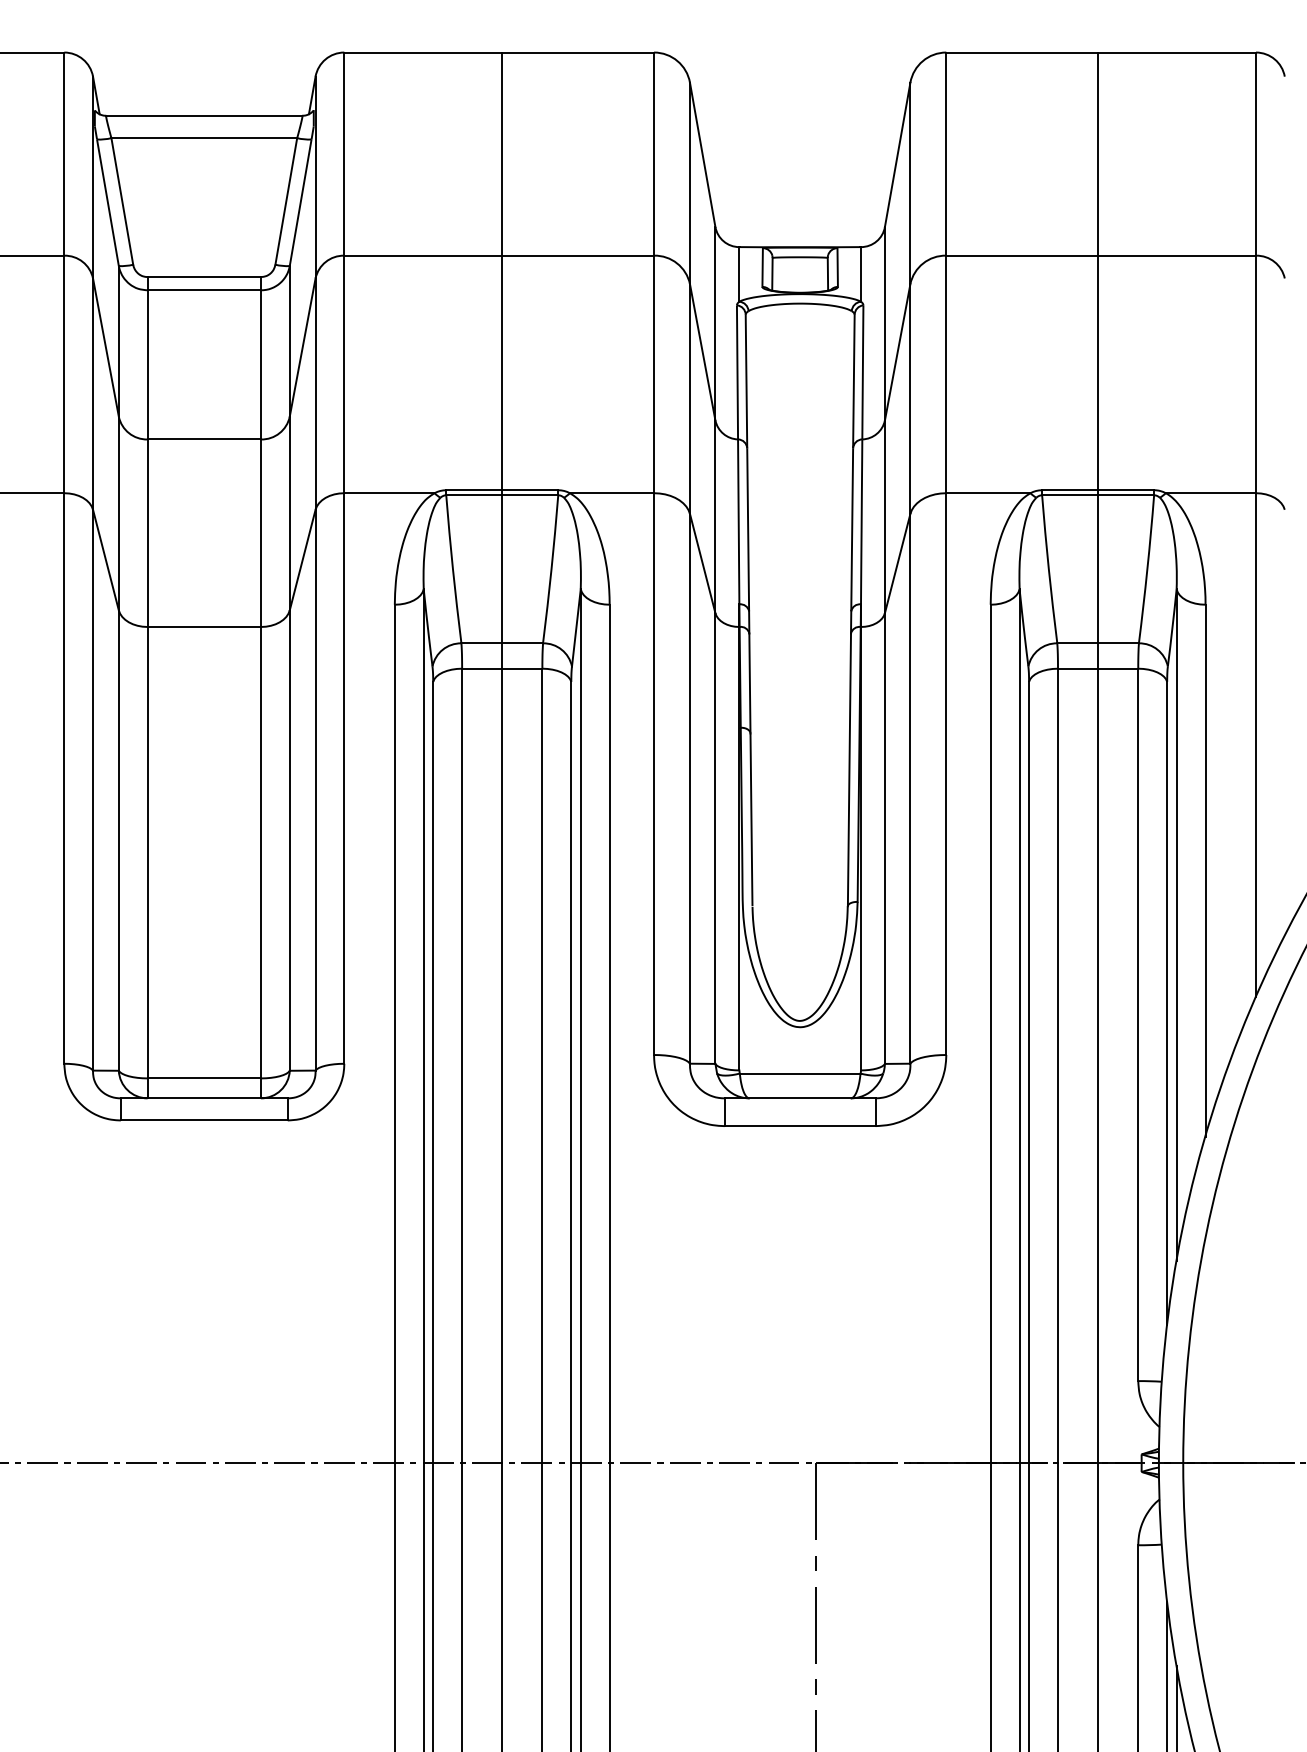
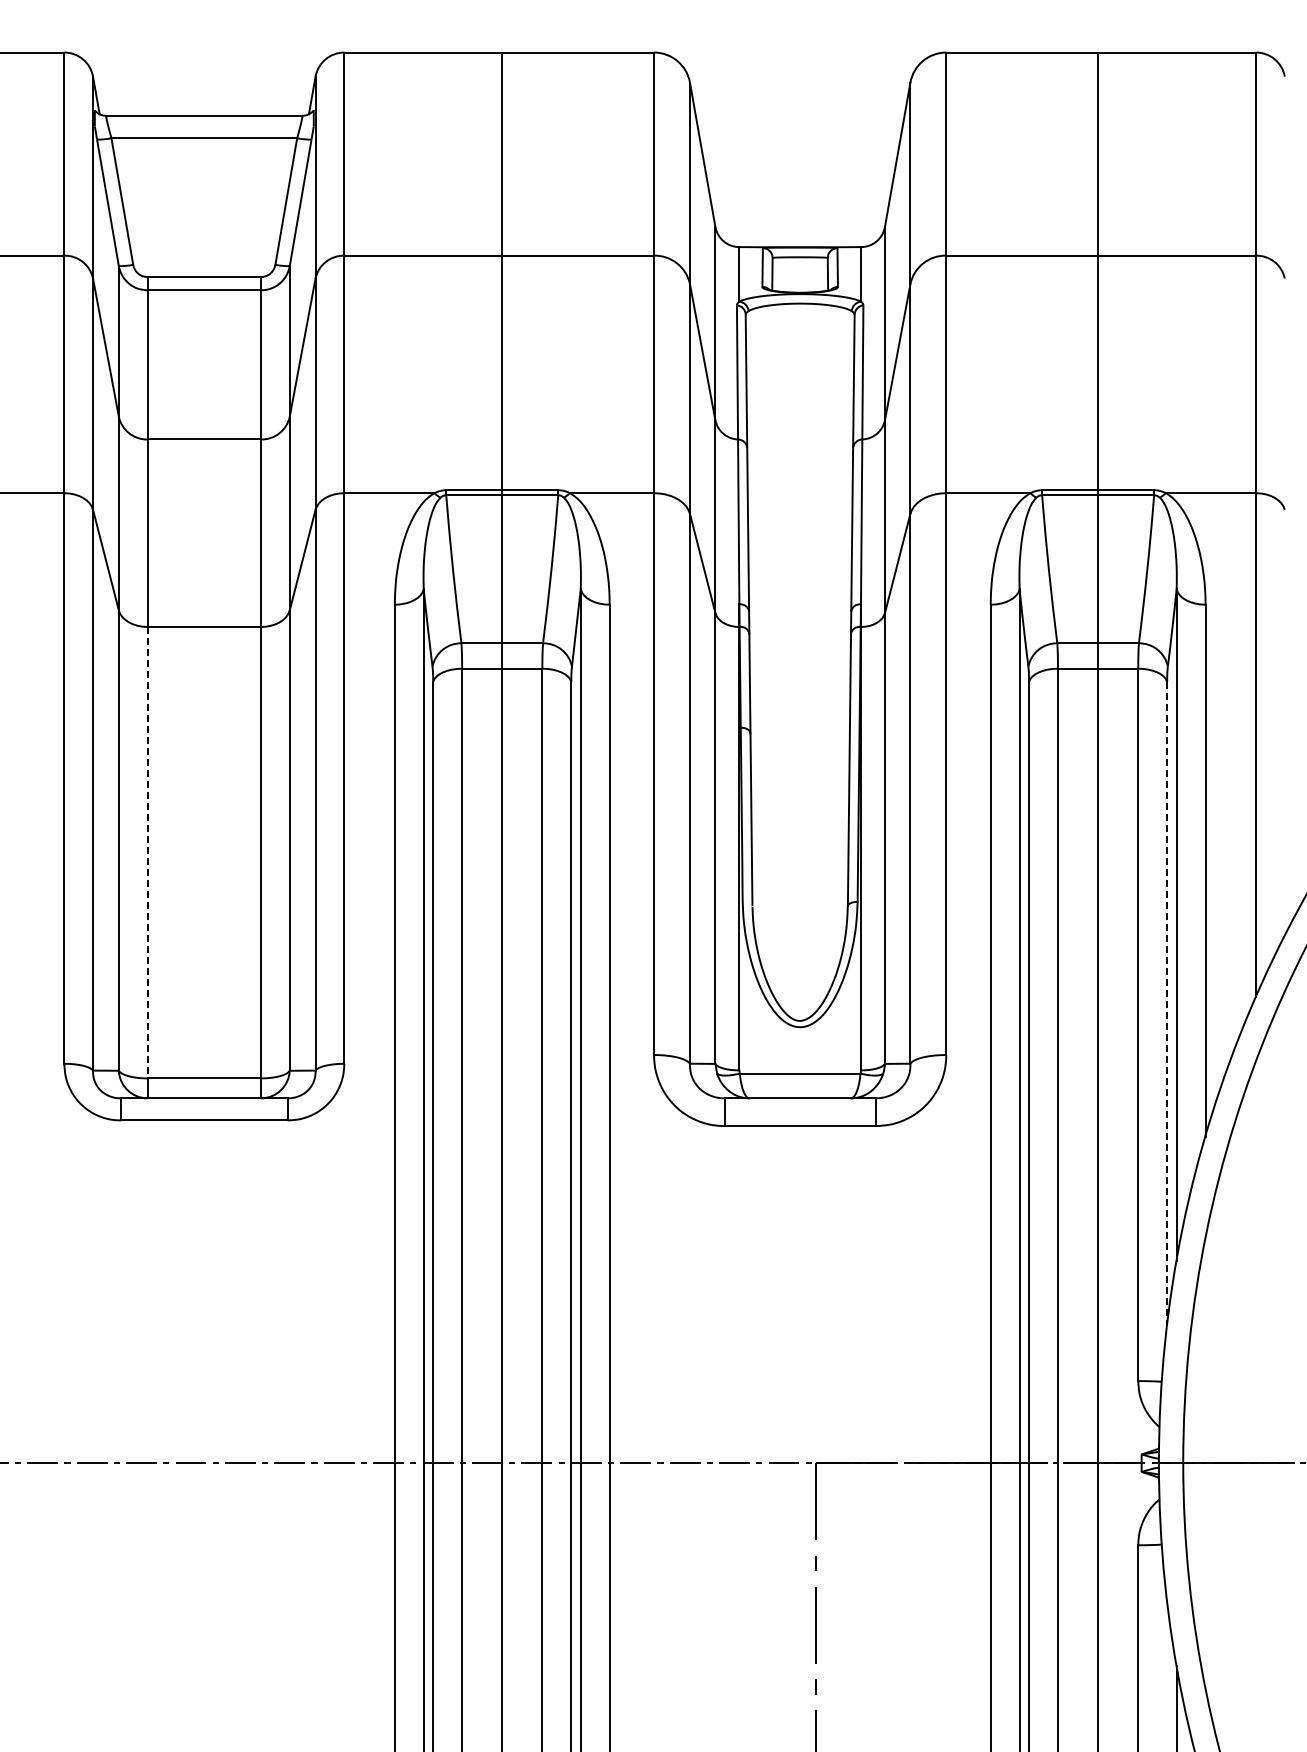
line at (147, 852): solid -> dashed
line at (1167, 1003): solid -> dashed
line at (1167, 1674): present -> none
